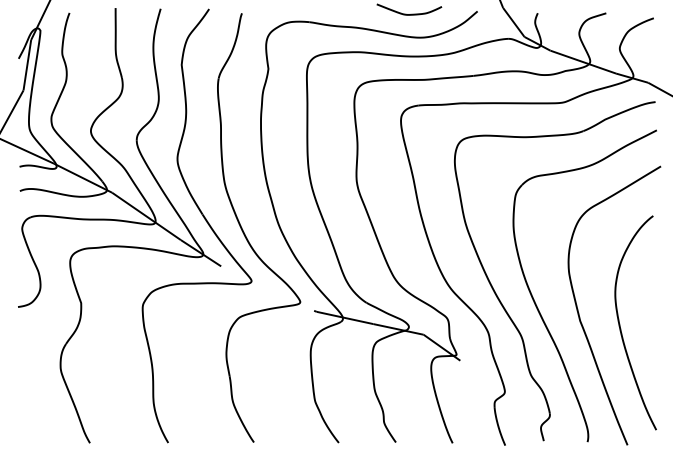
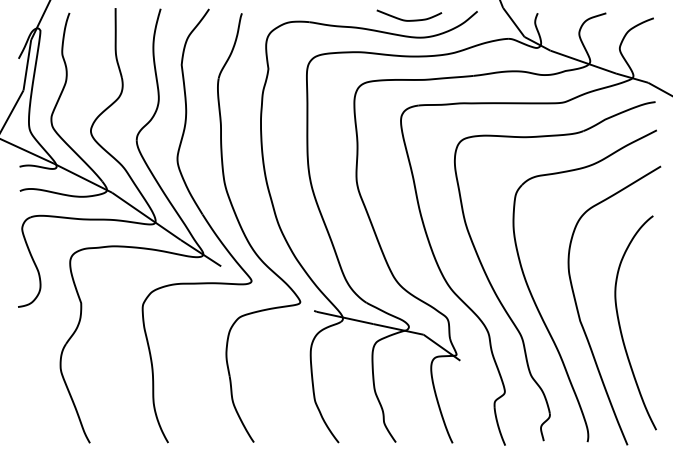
curve at (411, 13) position: (411, 13) -> (411, 19)
